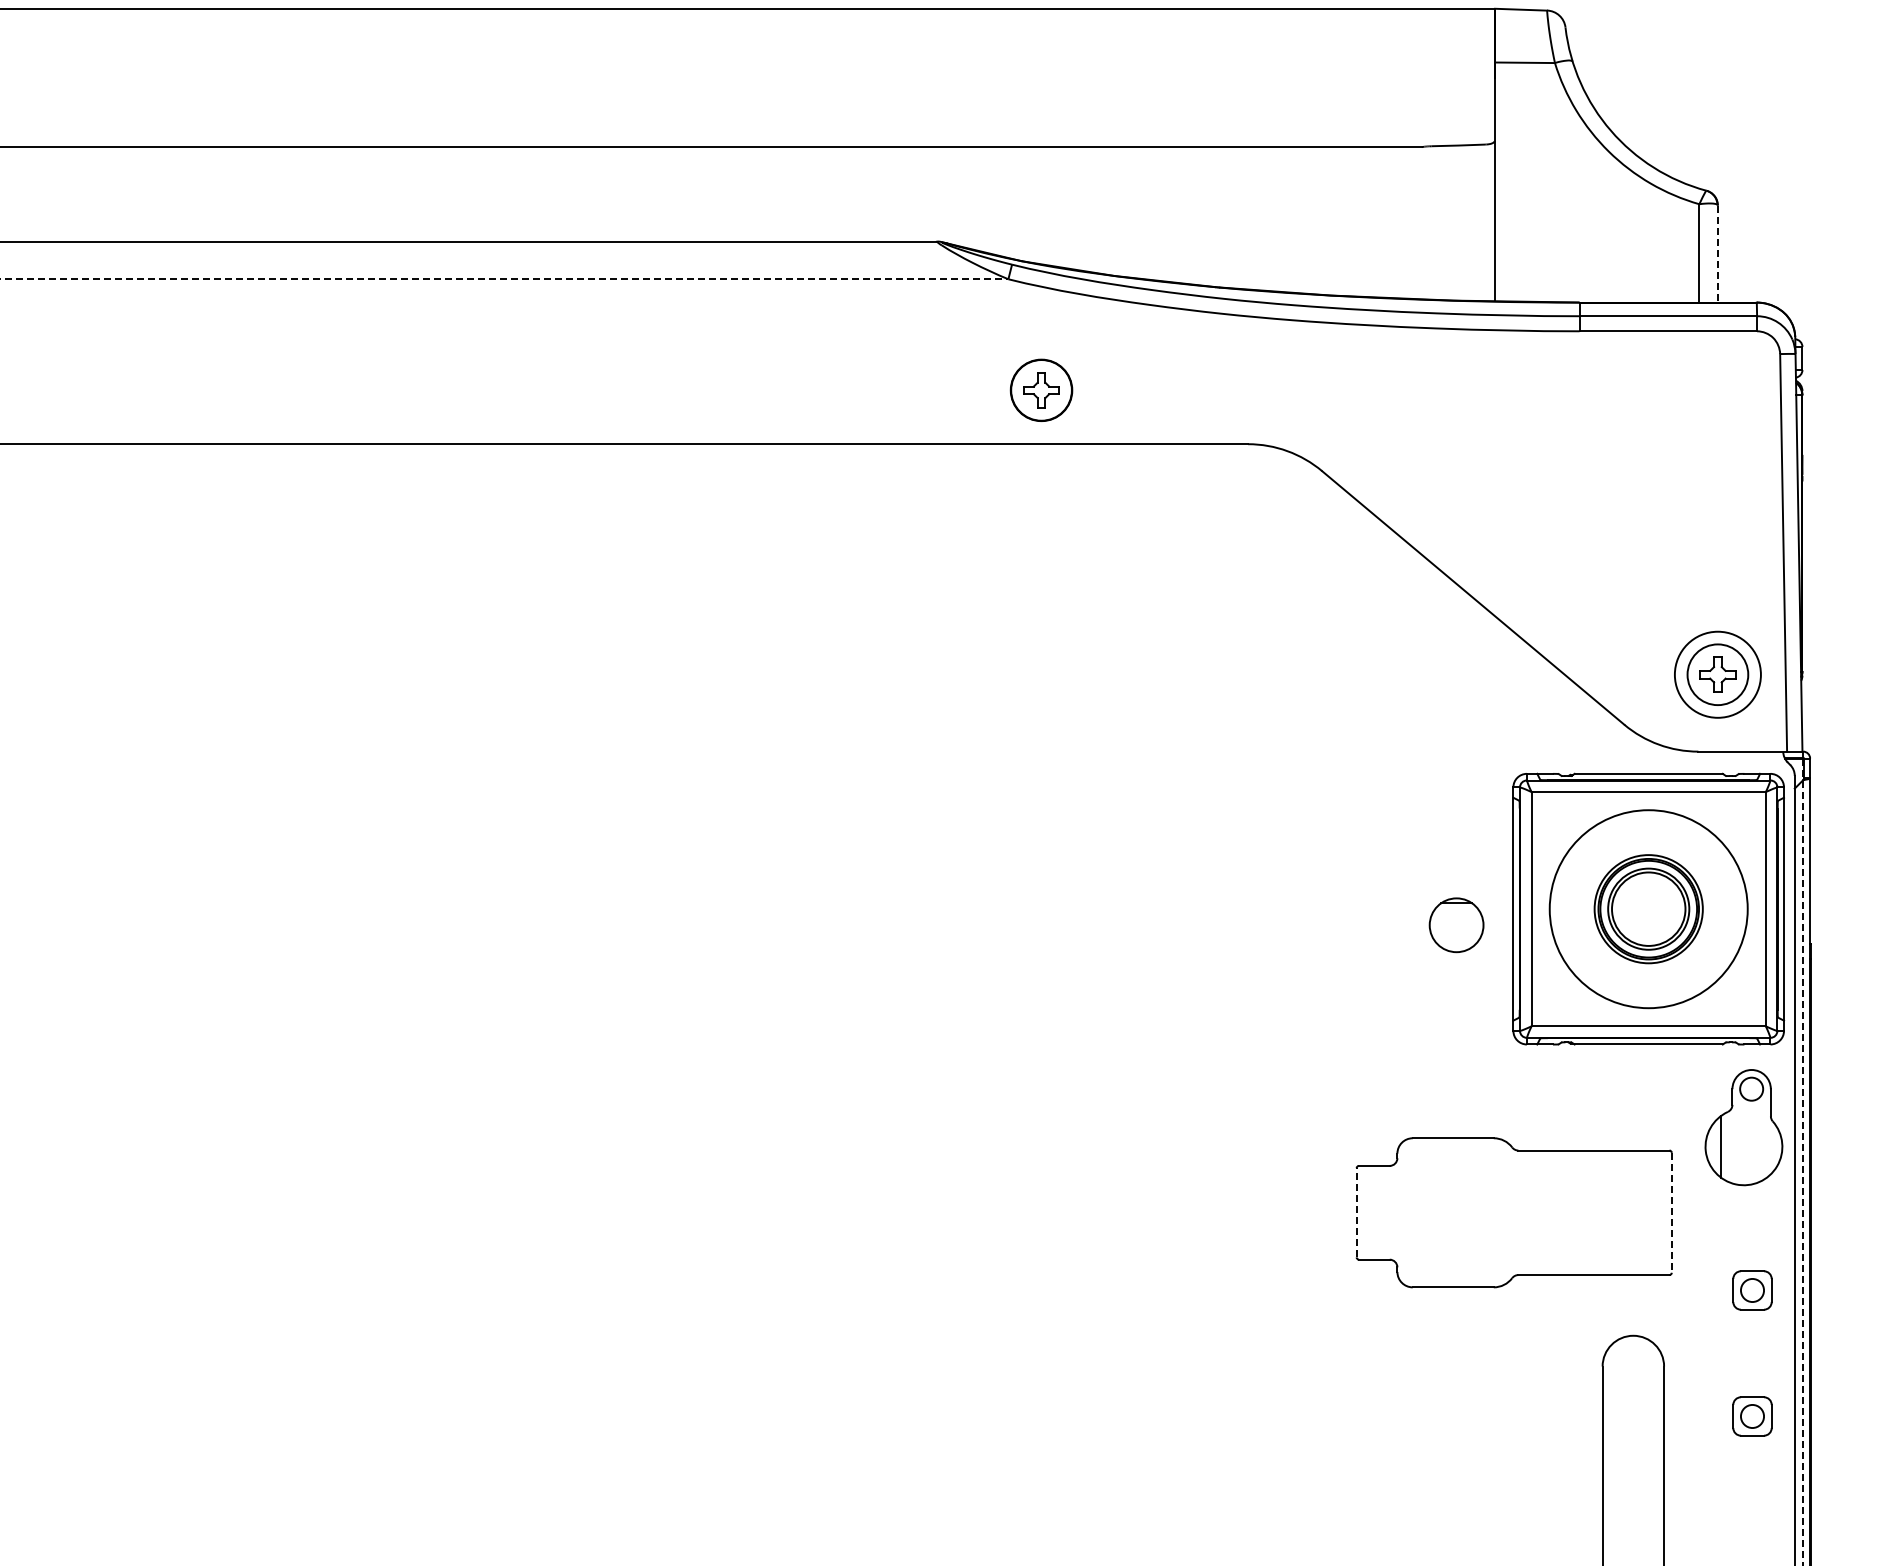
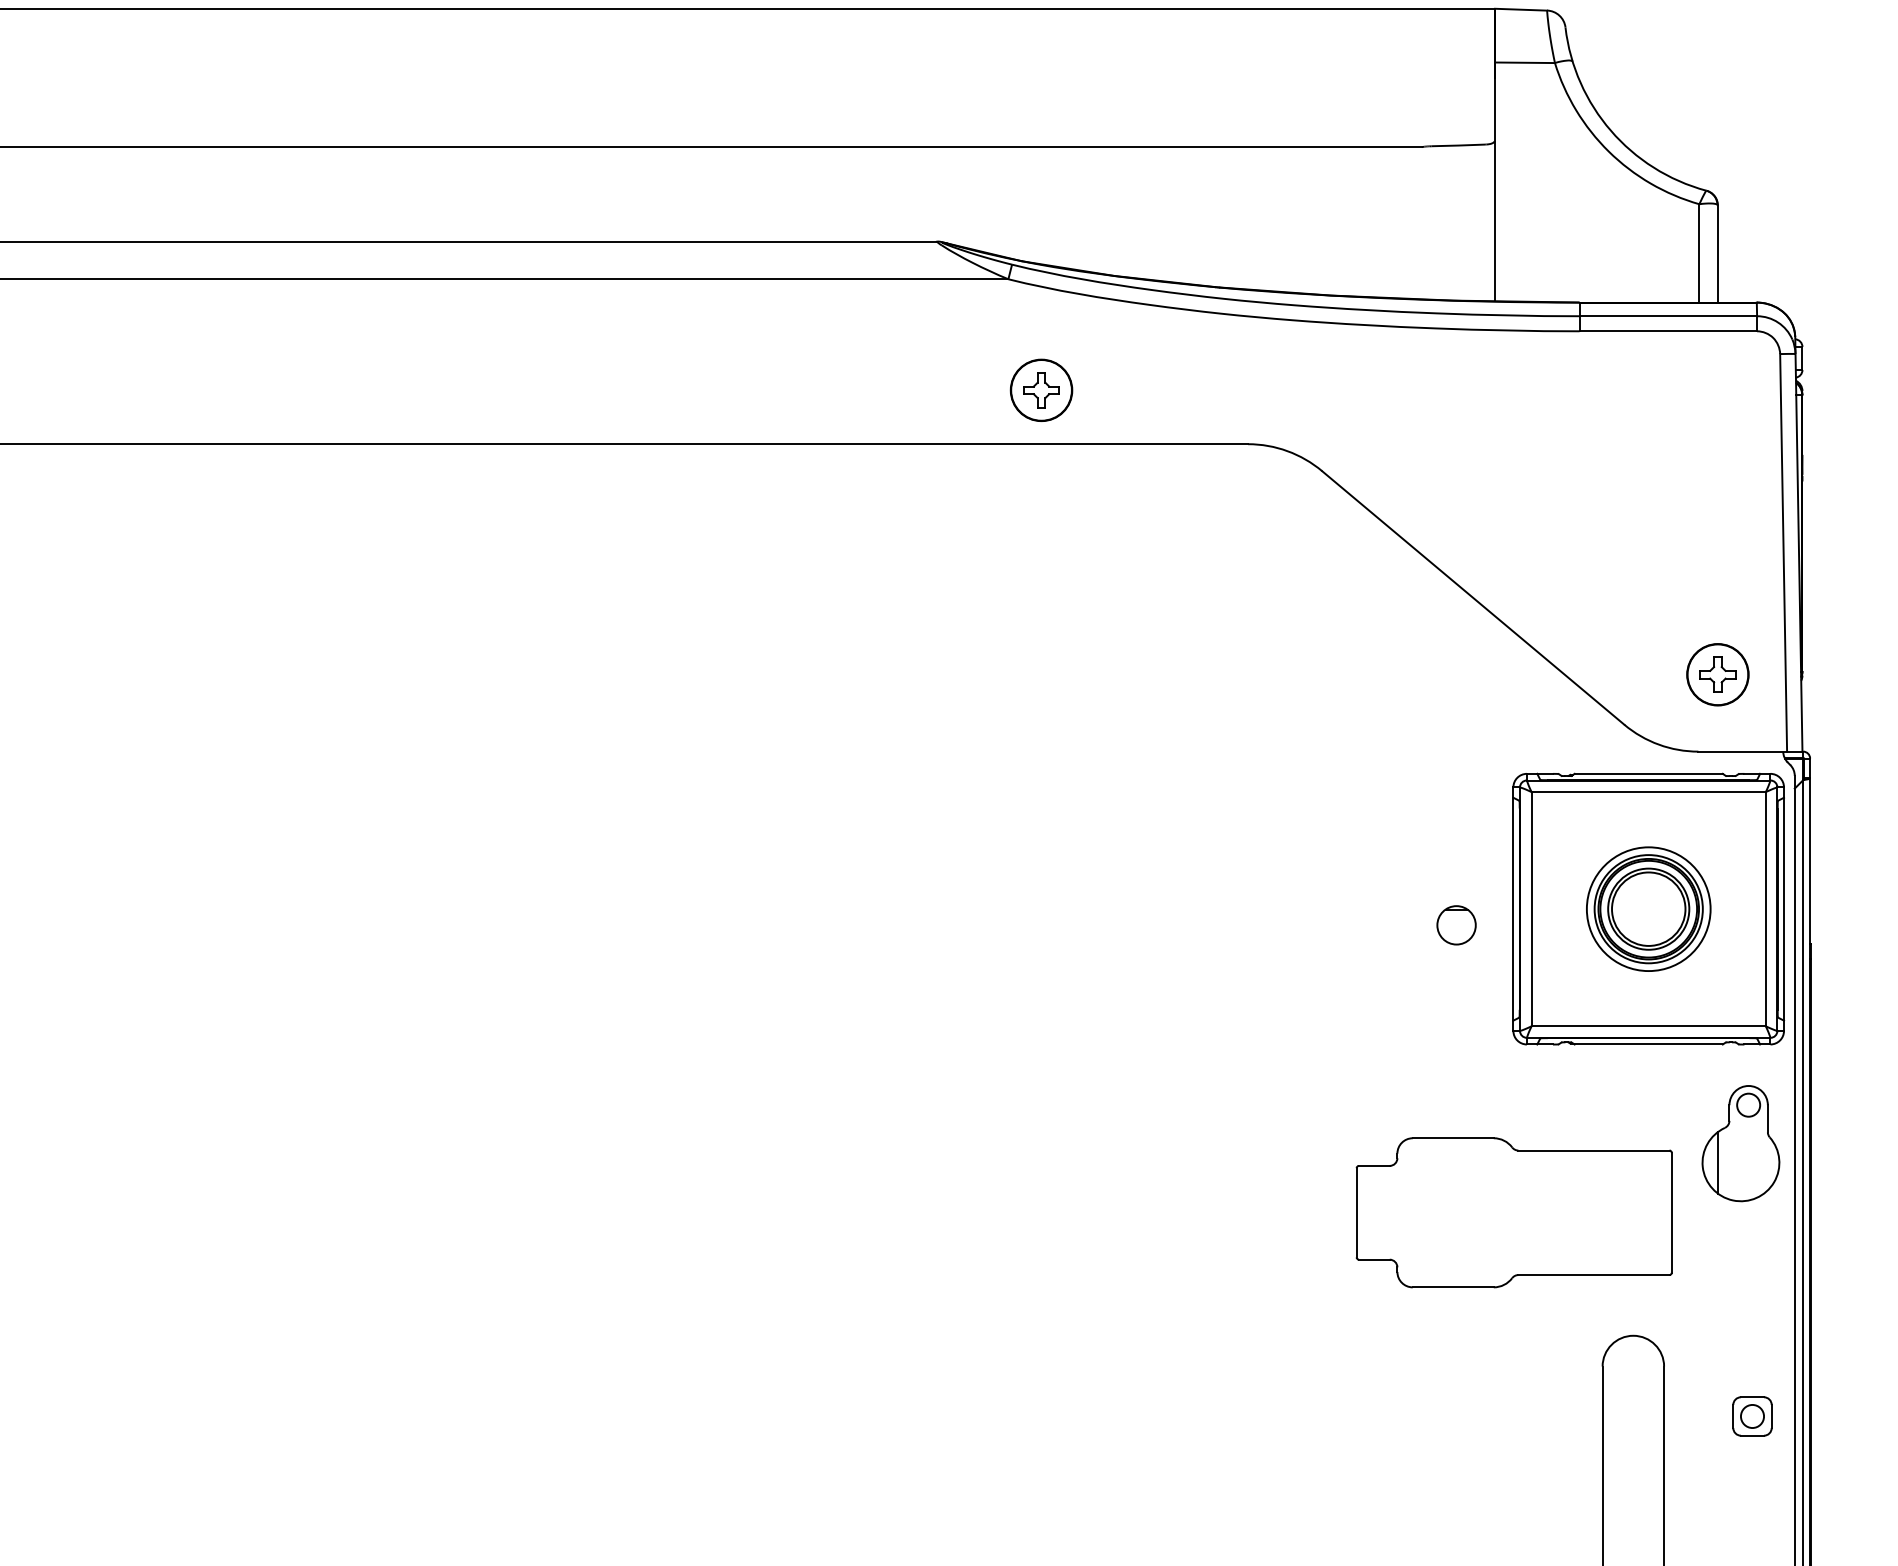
line at (1717, 254): dashed -> solid
line at (504, 279): dashed -> solid
circle at (1717, 674) diameter: 86 px -> 61 px
circle at (1648, 909) diameter: 198 px -> 124 px
part at (1456, 925) size: 57x57 px -> 41x41 px
part at (1743, 1127) position: (1743, 1127) -> (1740, 1143)
line at (1803, 1162): dashed -> solid
line at (1356, 1212): dashed -> solid
line at (1671, 1212): dashed -> solid
part at (1752, 1290): present -> none
